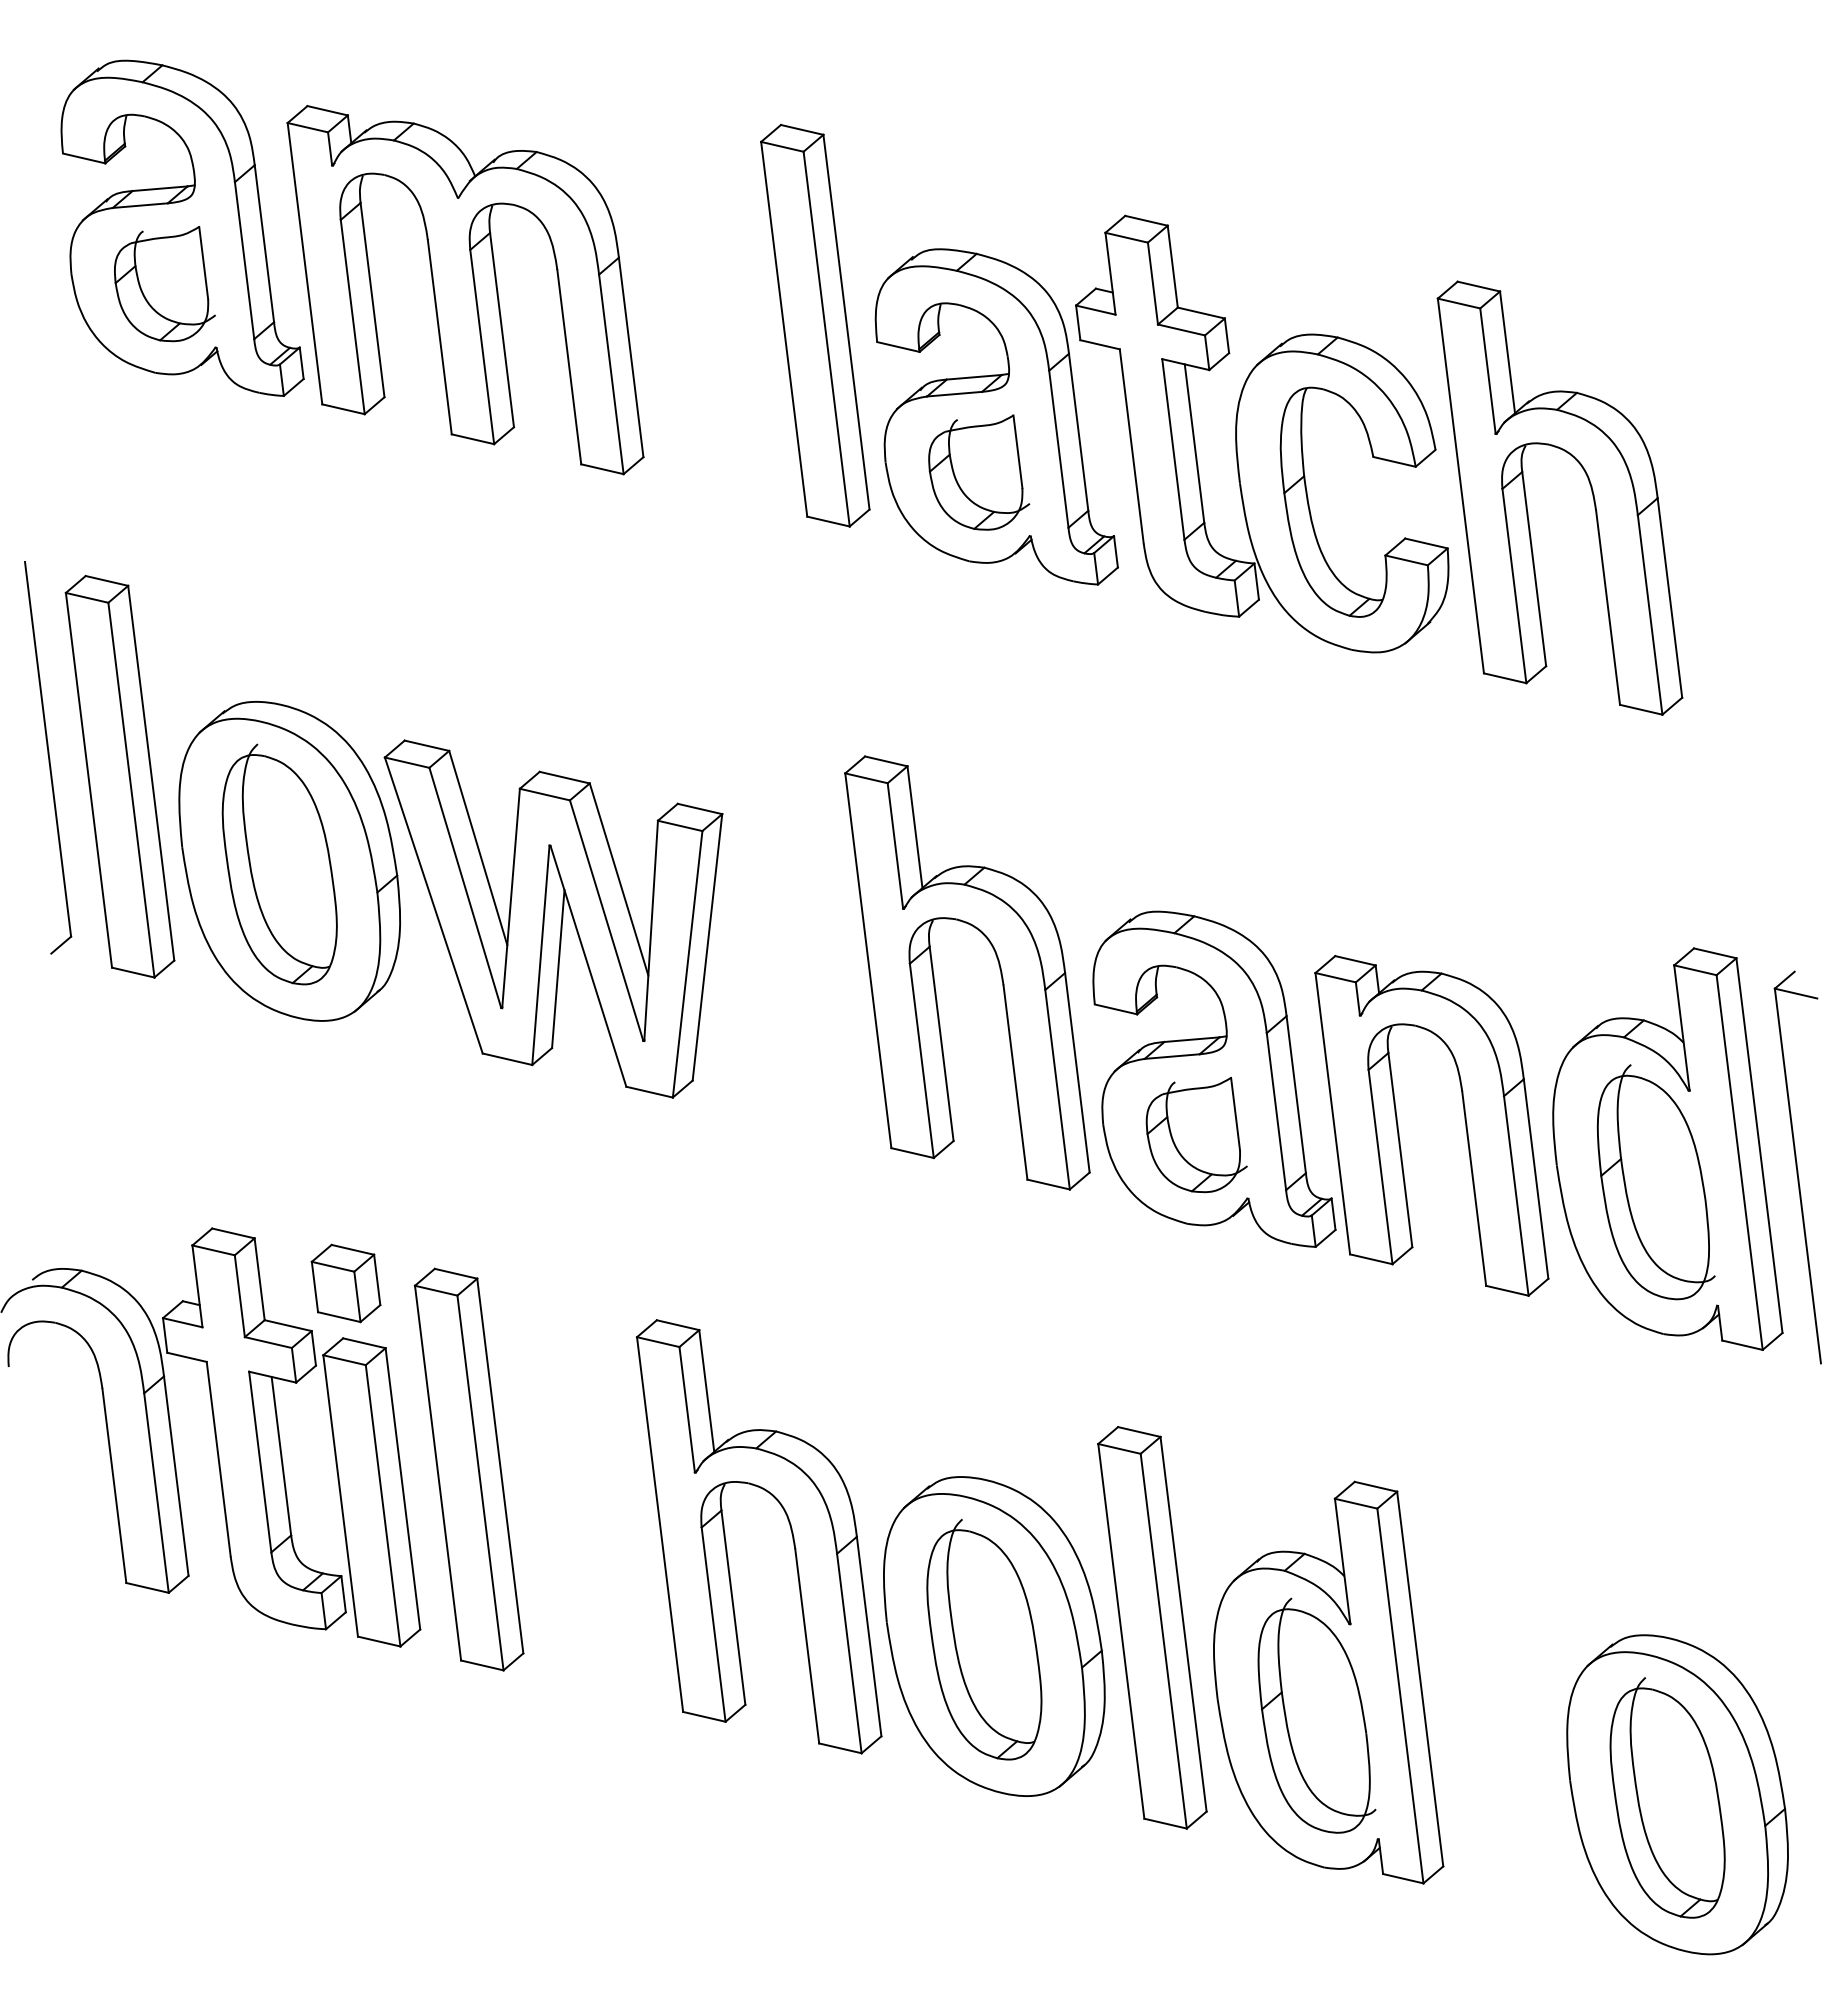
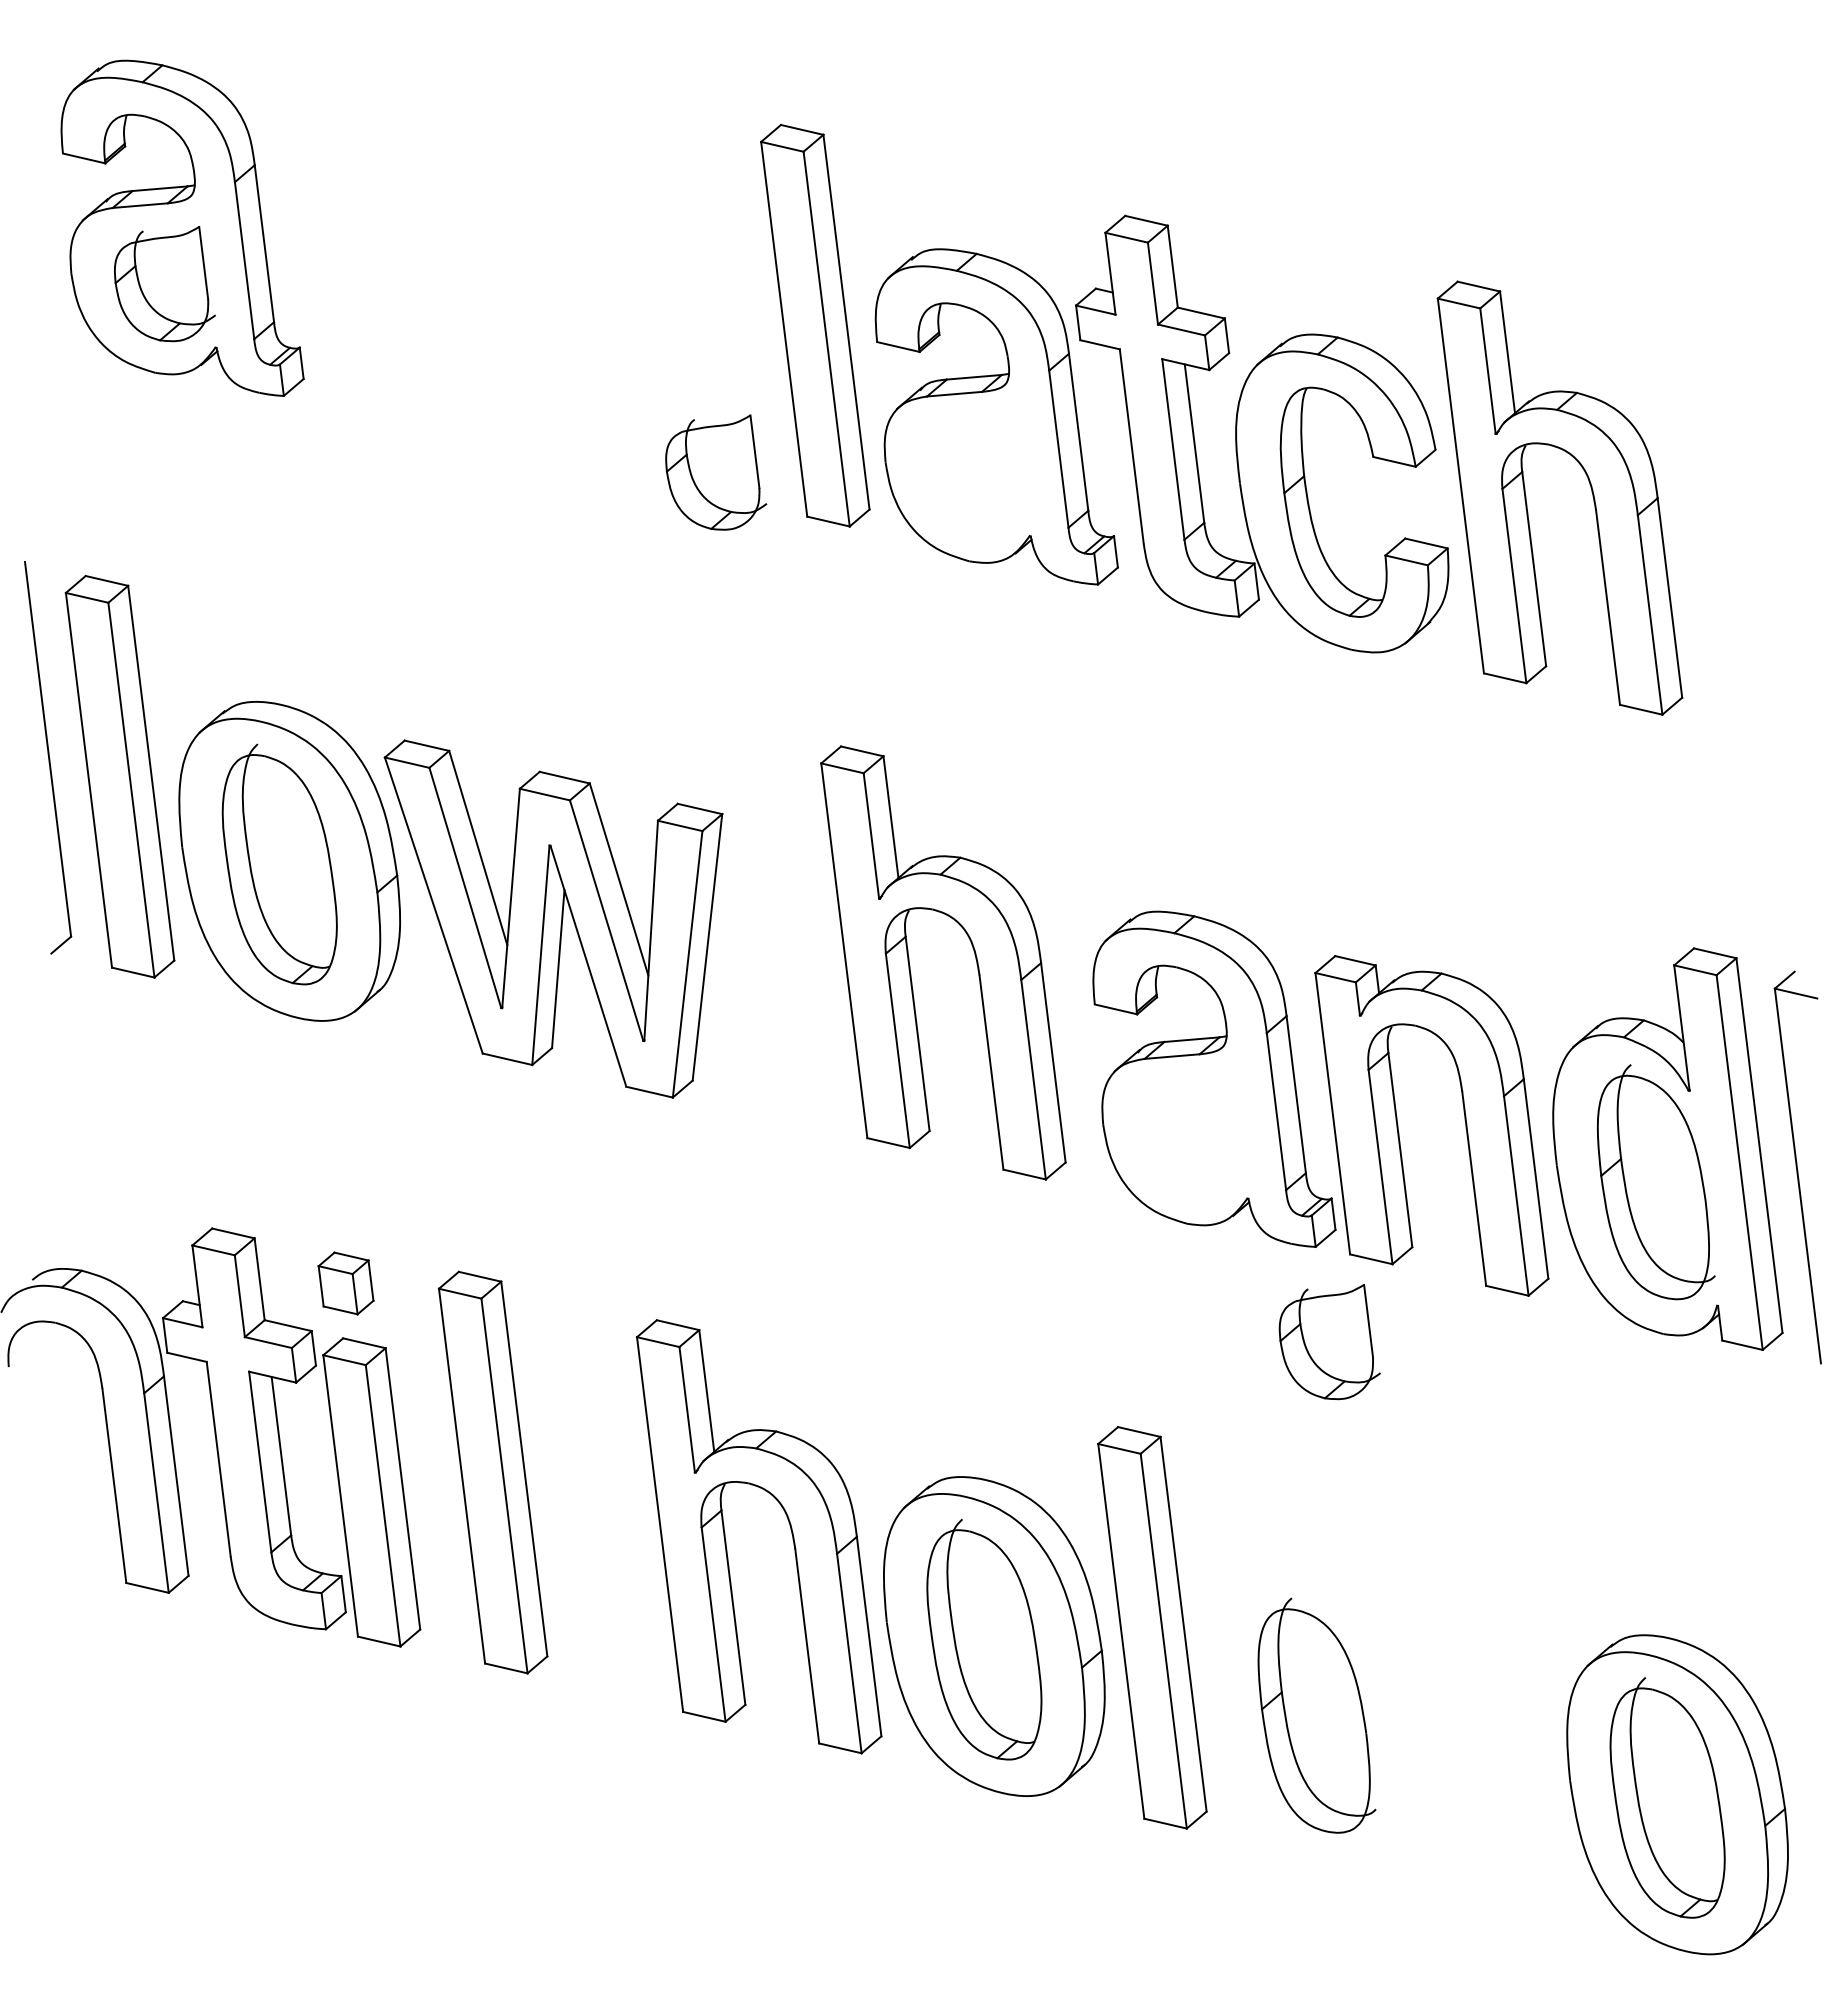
part at (465, 290): present -> none
part at (979, 472) position: (979, 472) -> (716, 472)
part at (998, 965) position: (998, 965) -> (974, 955)
part at (1196, 1135) position: (1196, 1135) -> (1329, 1342)
part at (345, 1283) size: 72x81 px -> 58x65 px
part at (468, 1469) position: (468, 1469) -> (492, 1472)
part at (1328, 1682): present -> none
